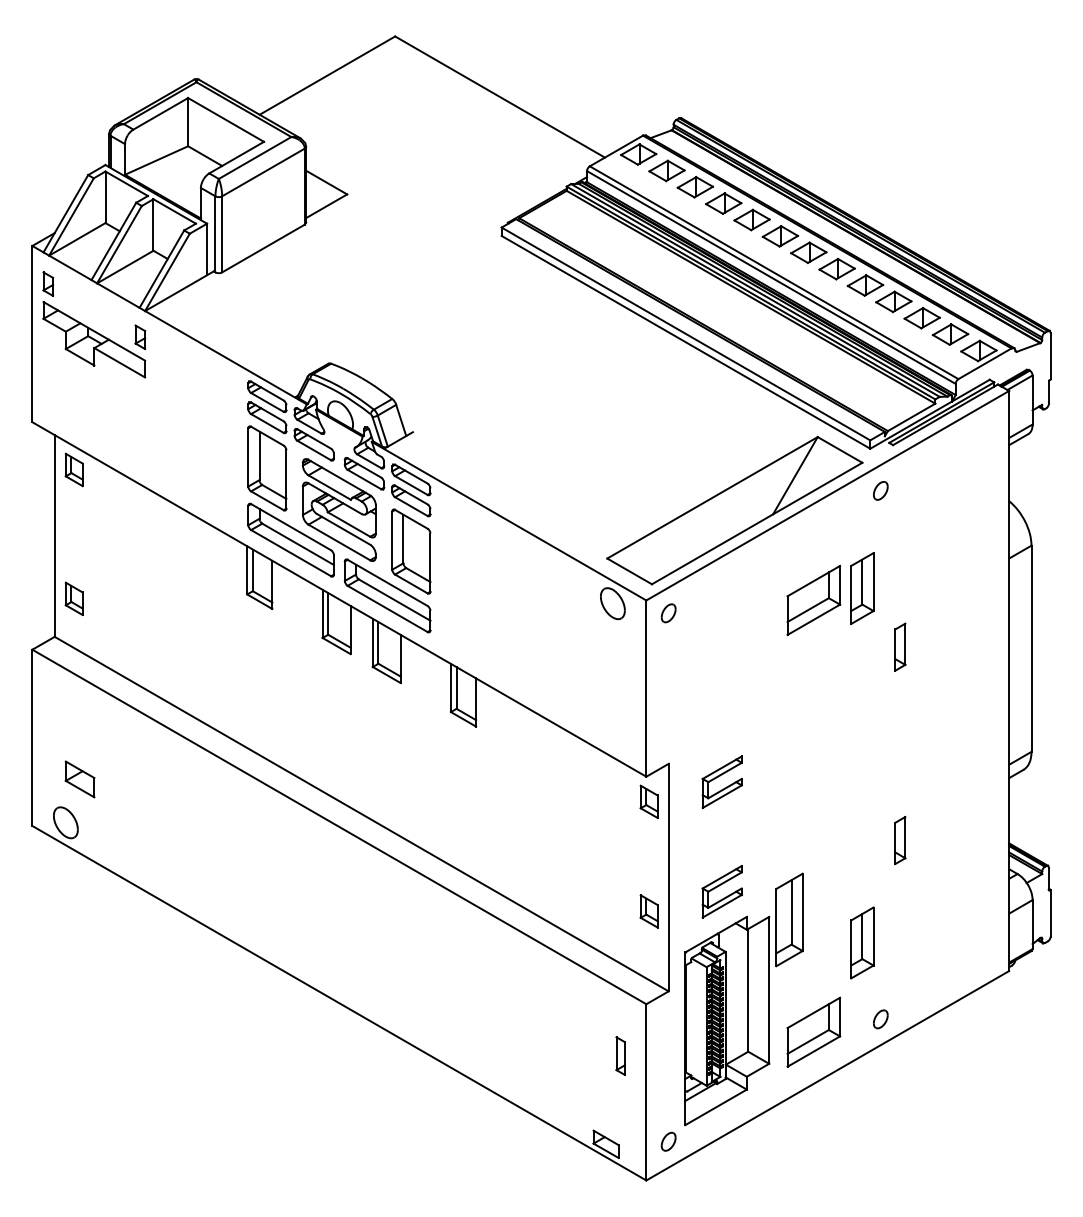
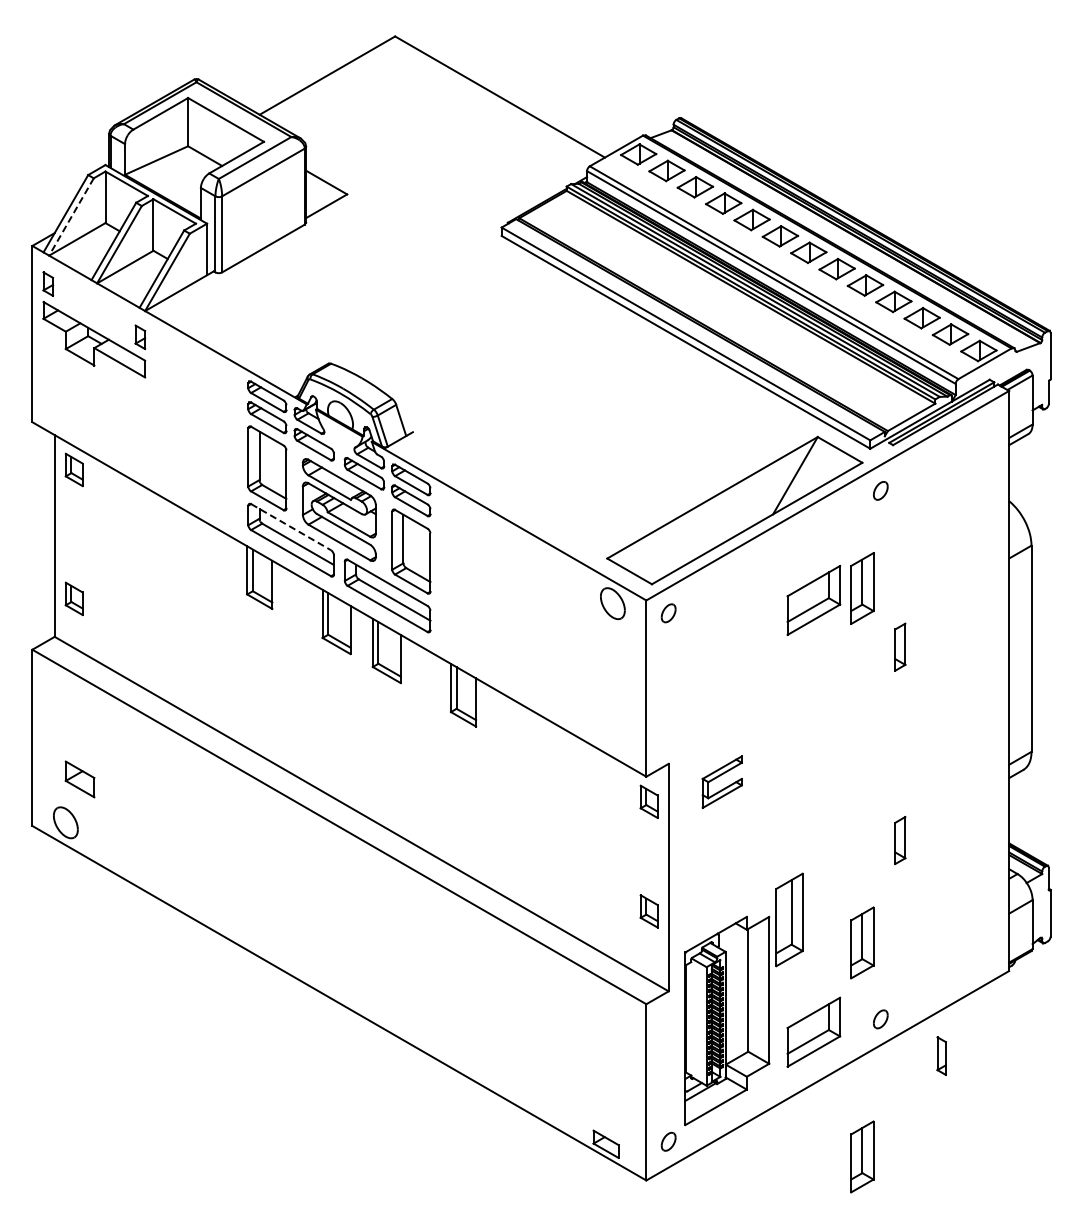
line at (71, 217): solid -> dashed
line at (291, 527): solid -> dashed
part at (721, 891): present -> none
part at (620, 1055) position: (620, 1055) -> (941, 1055)
part at (862, 1156): none -> present
